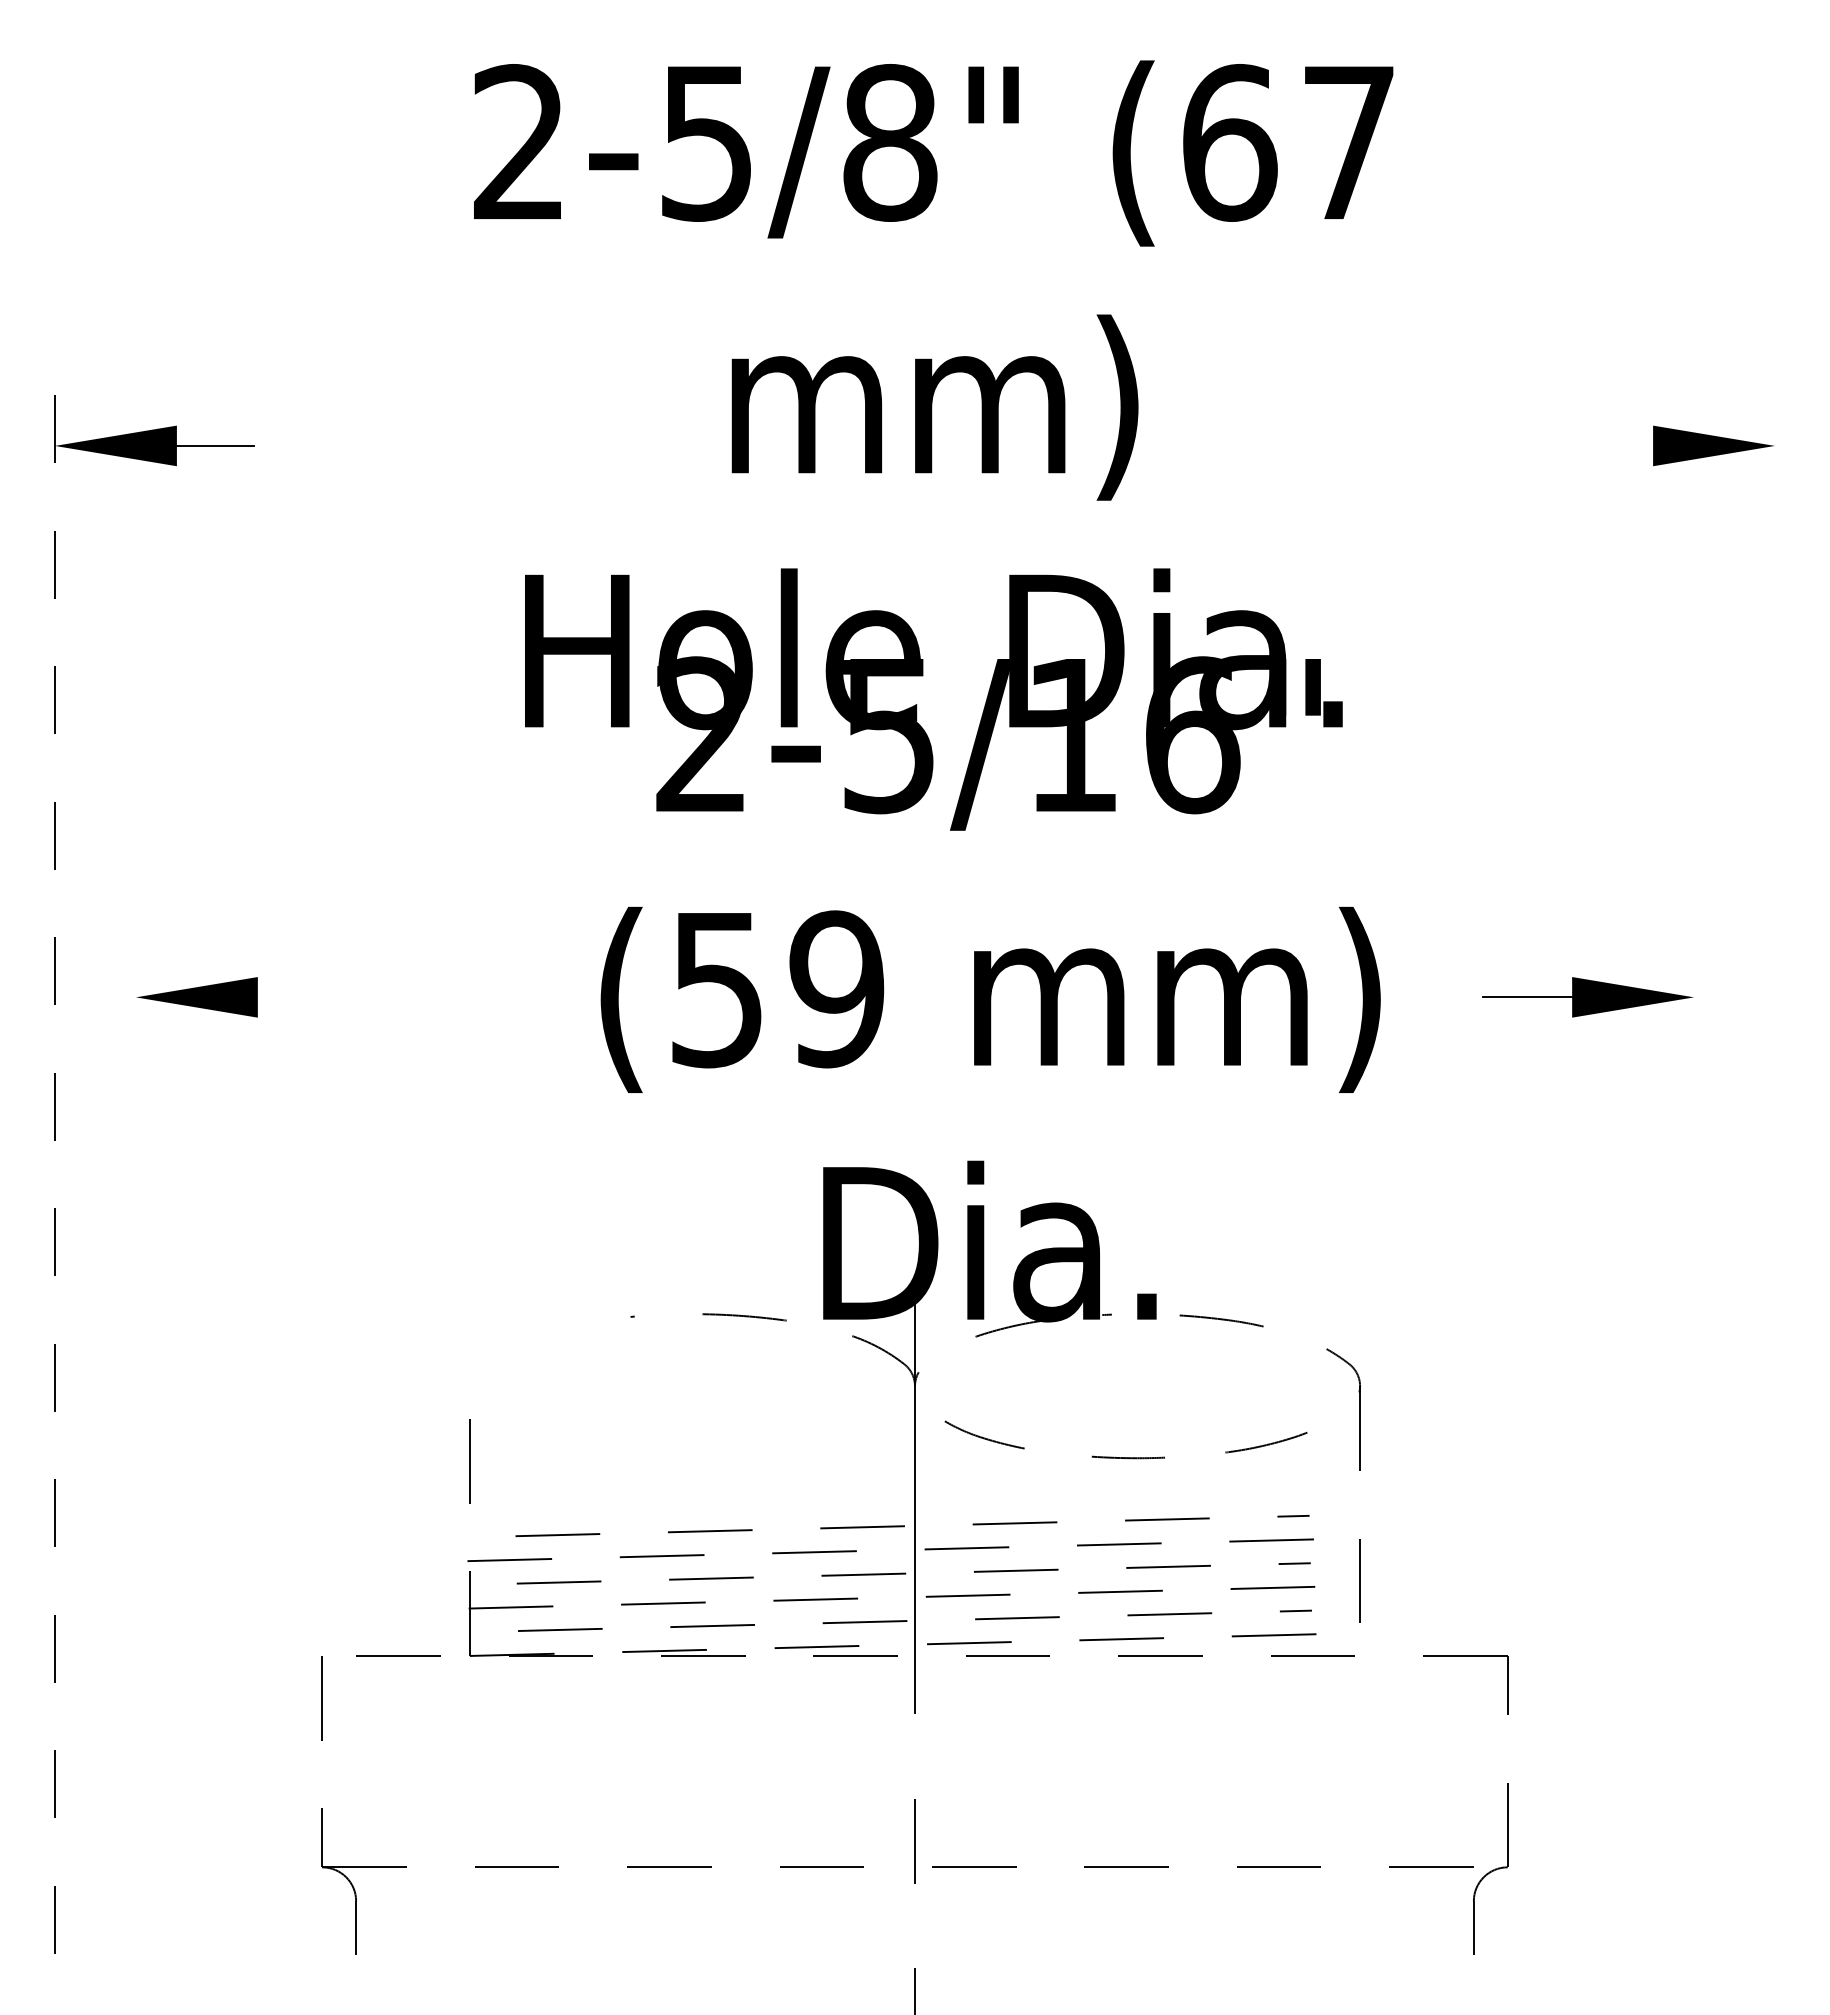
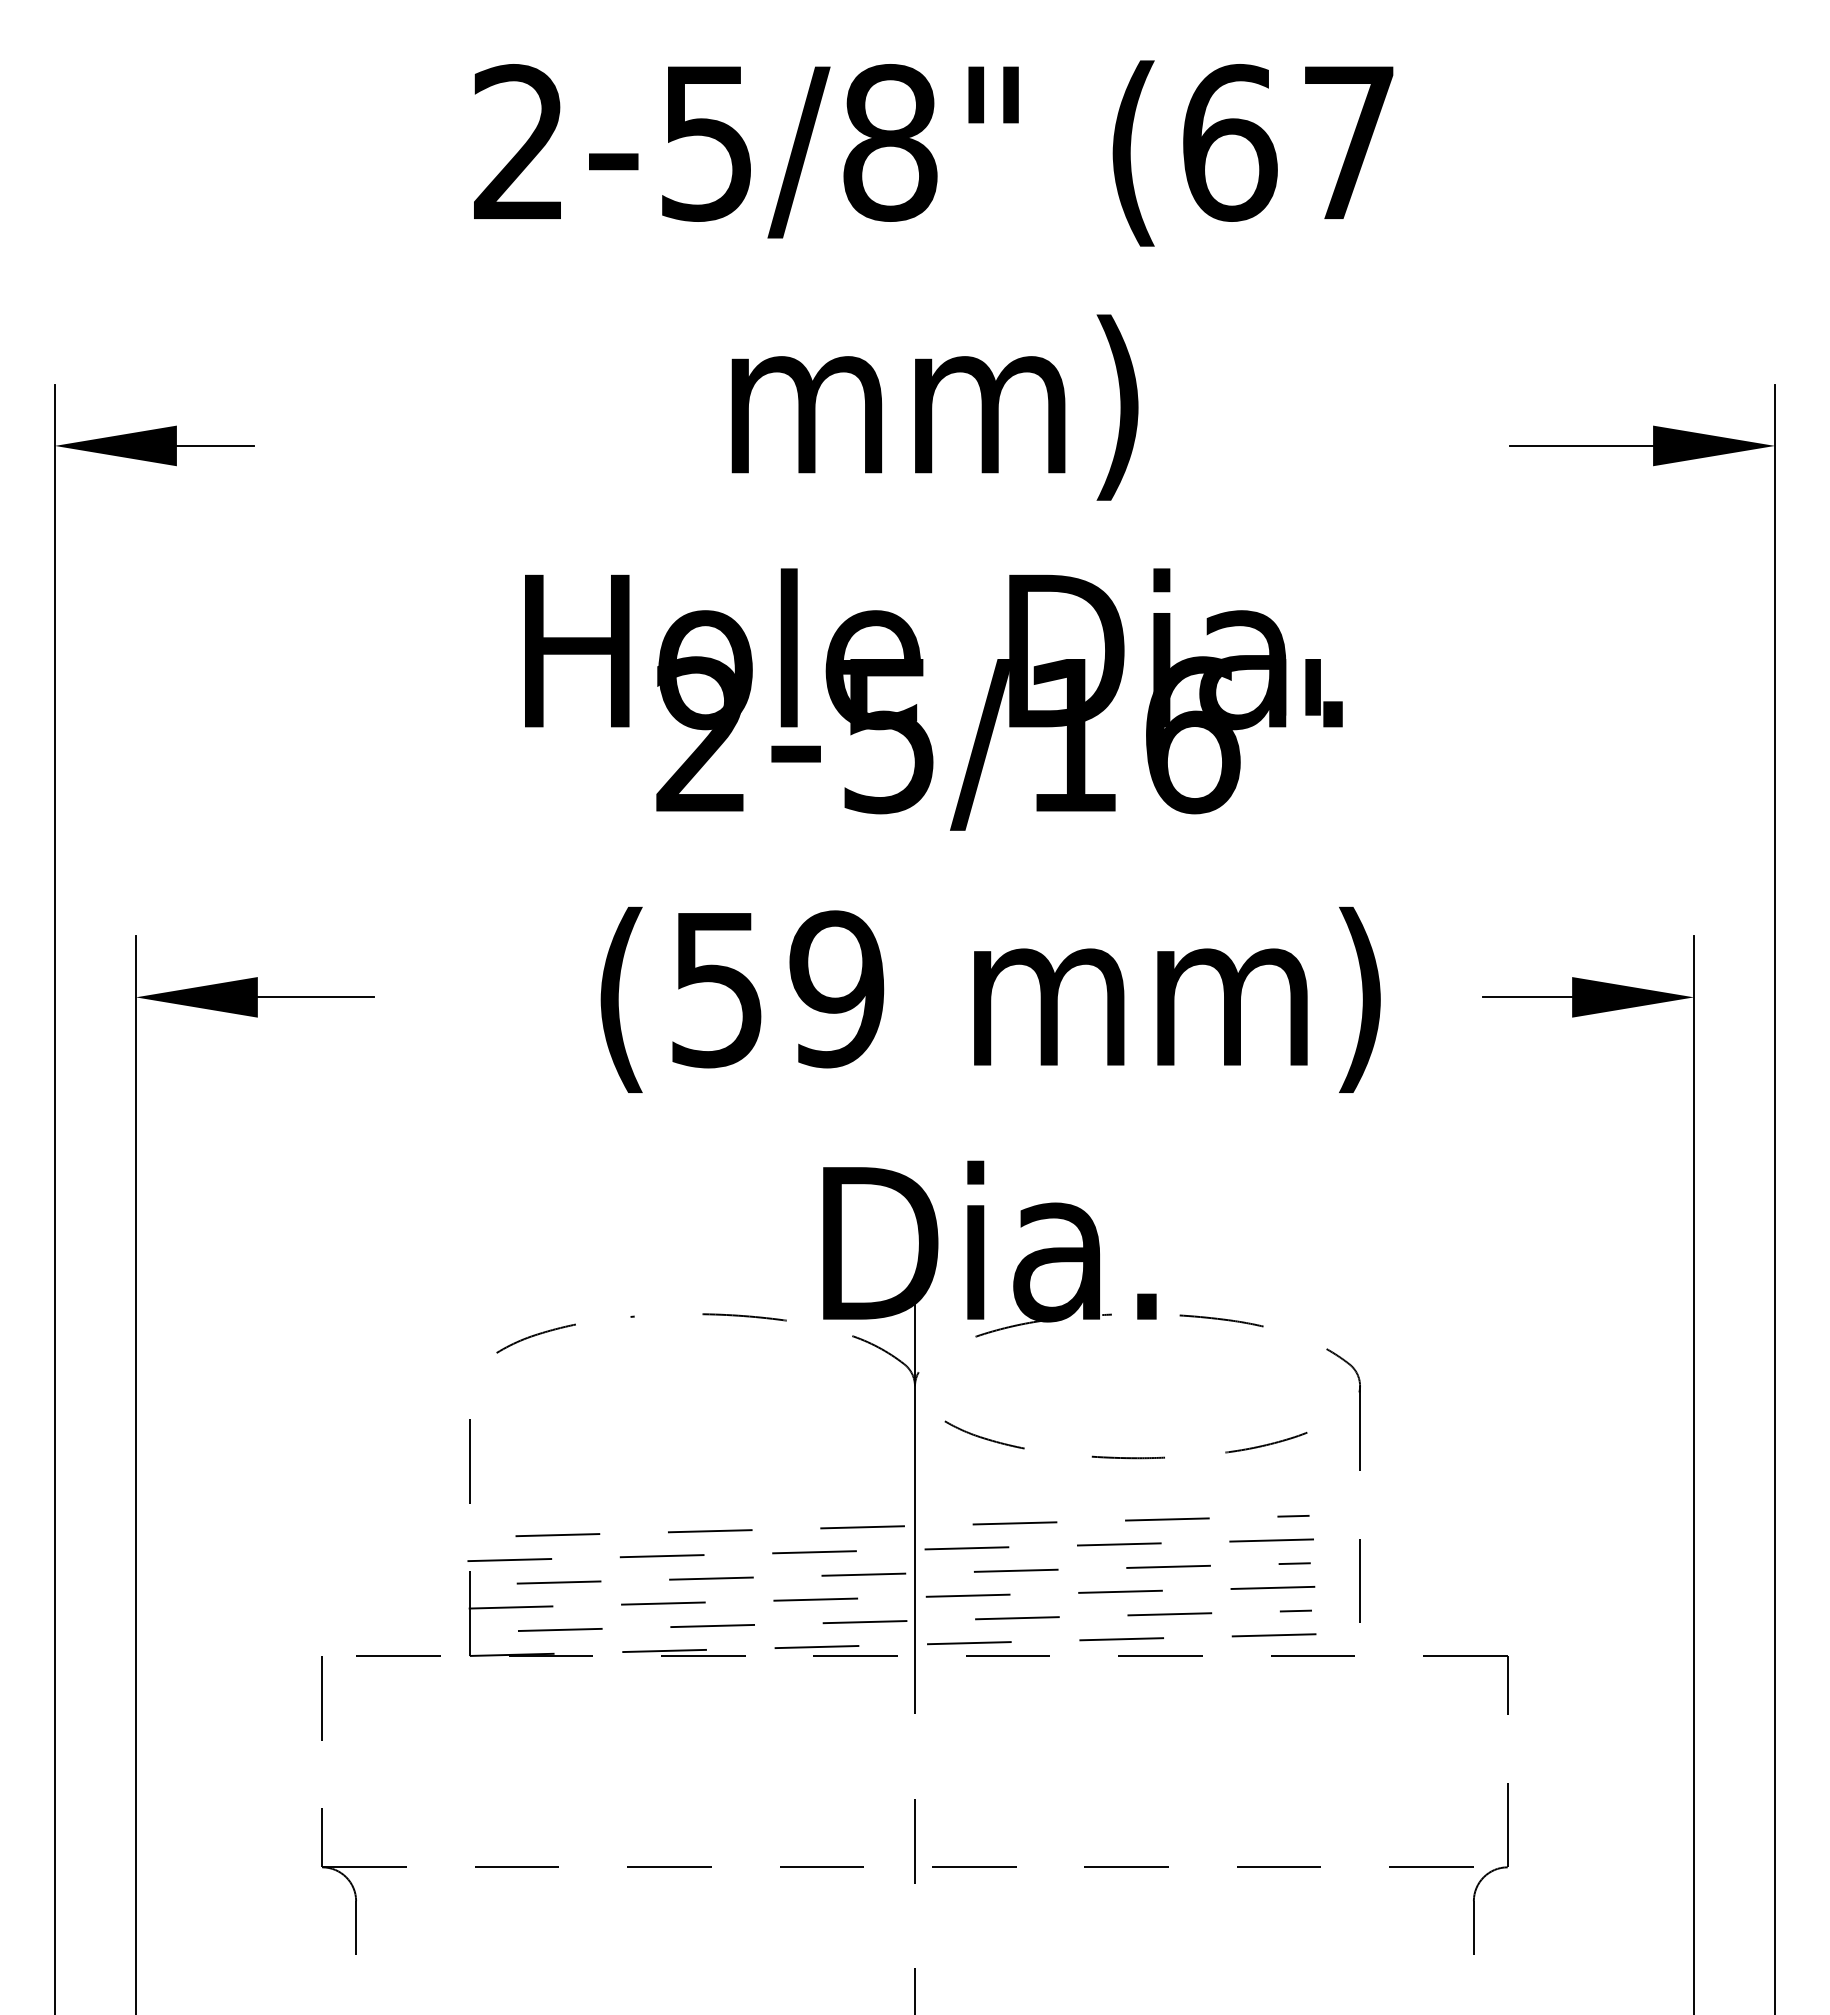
line at (1581, 445): none -> present
line at (315, 997): none -> present
line at (1775, 1197): none -> present
line at (54, 1199): dashed -> solid
curve at (535, 1336): none -> present
line at (135, 1473): none -> present
line at (1694, 1473): none -> present
